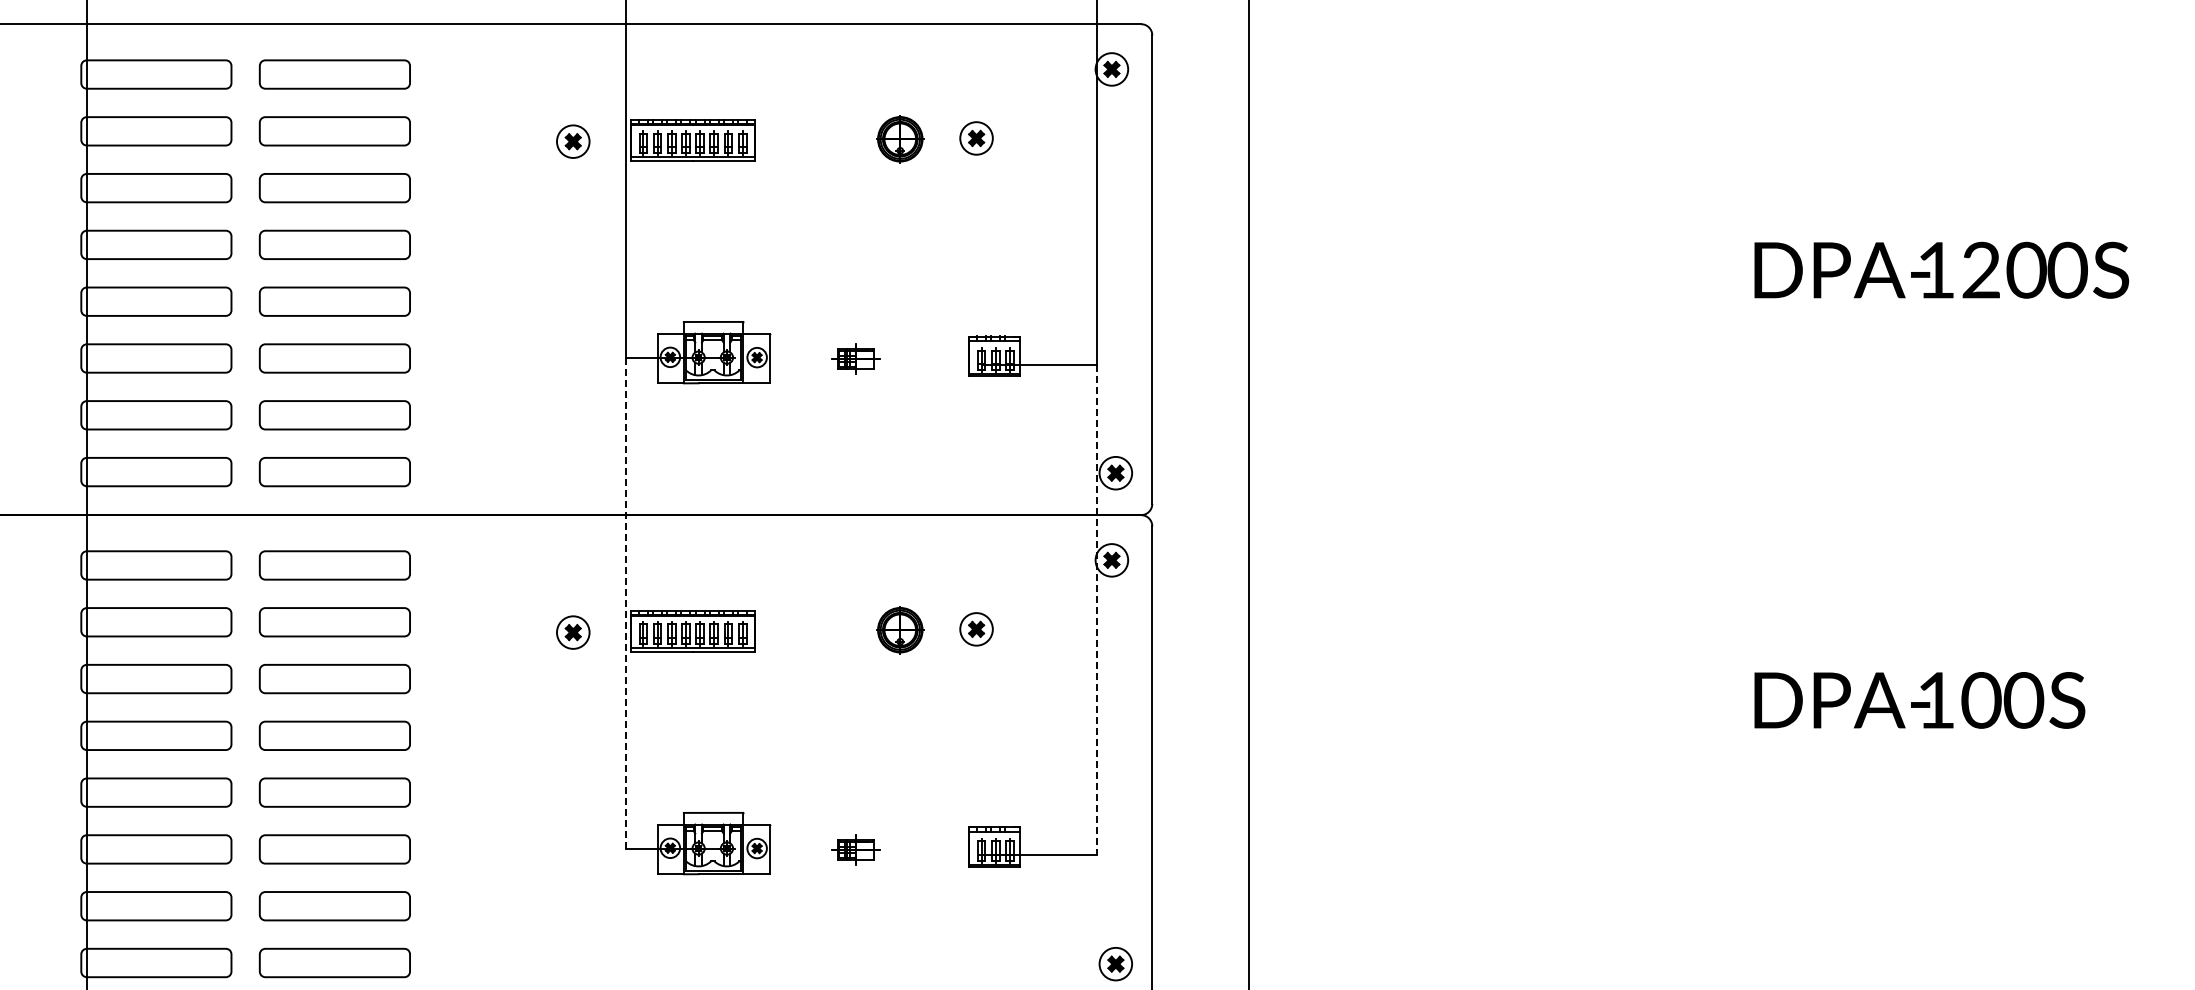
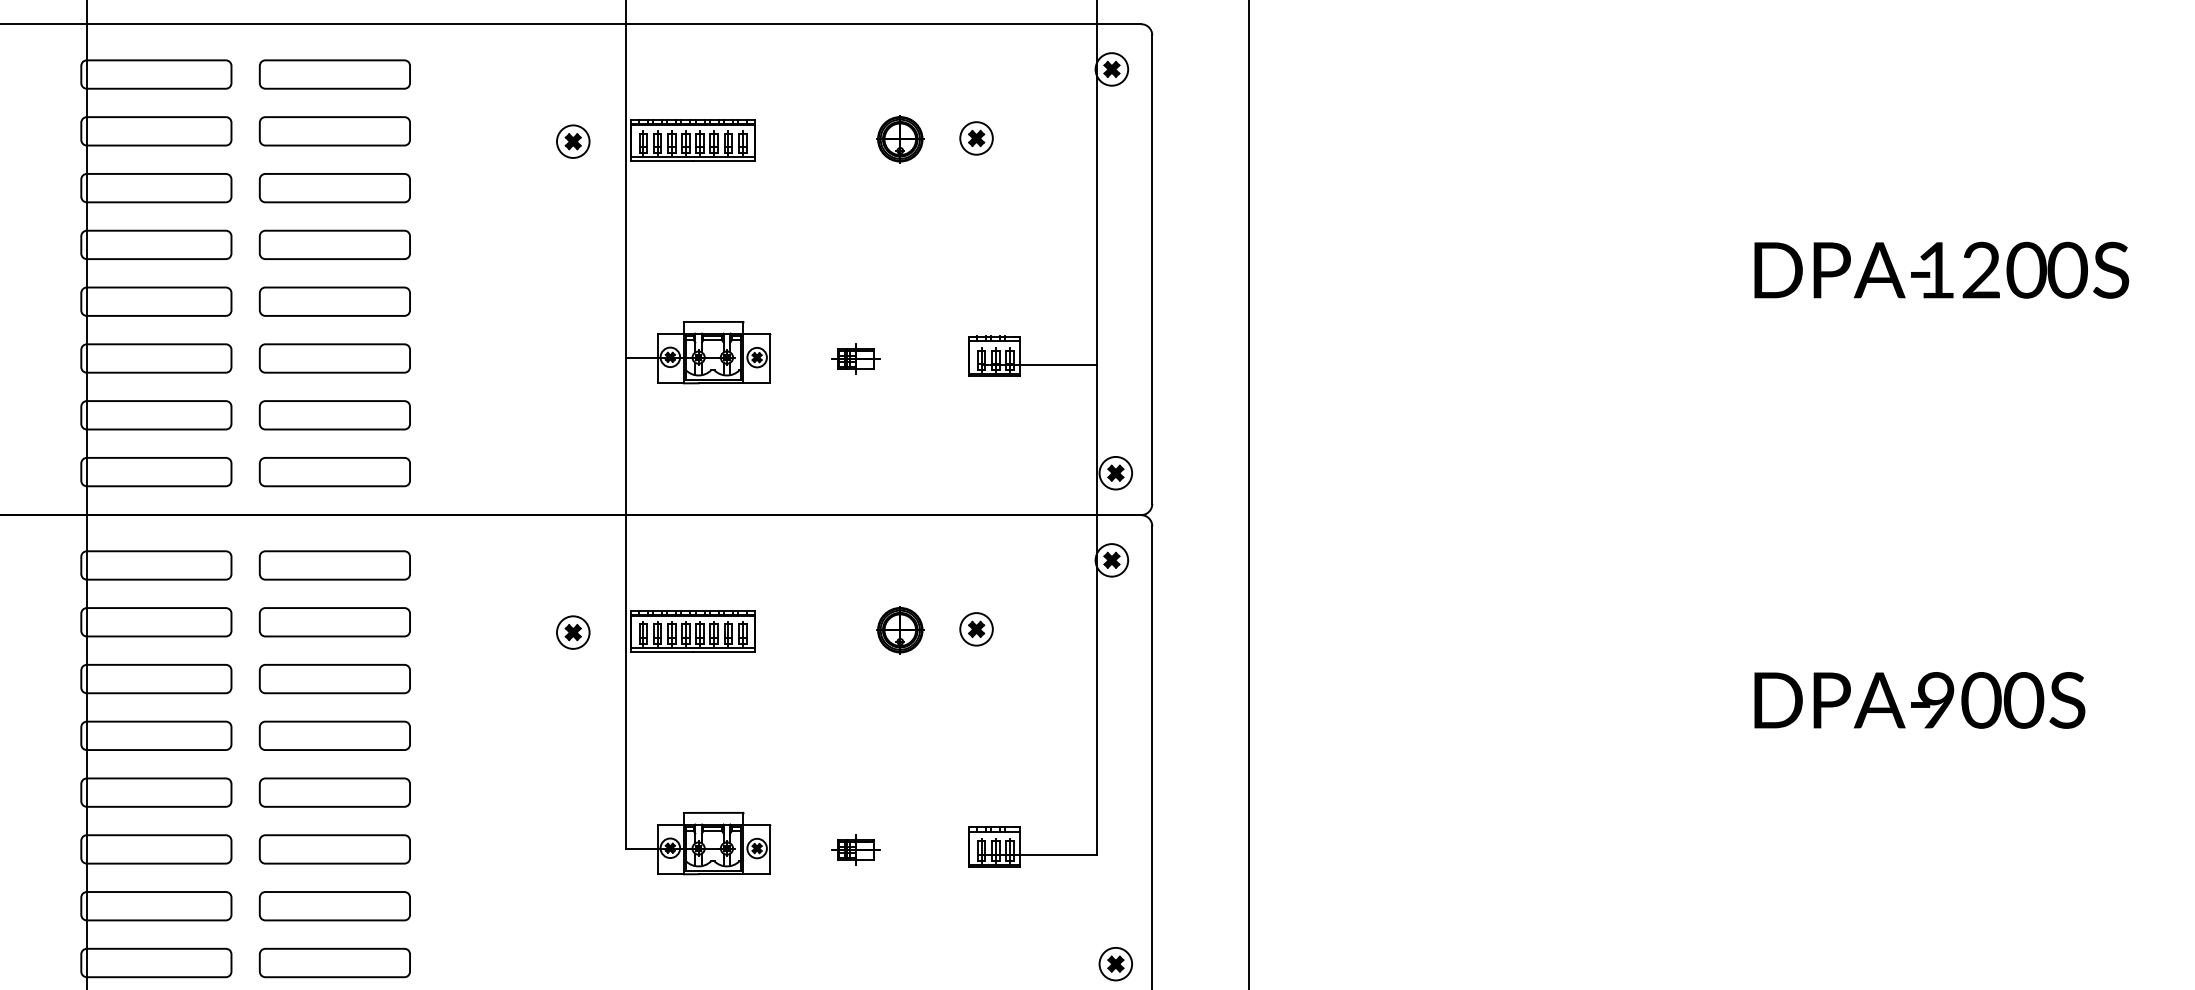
line at (626, 602): dashed -> solid
line at (1096, 610): dashed -> solid
text at (1936, 700): 10 -> 90
